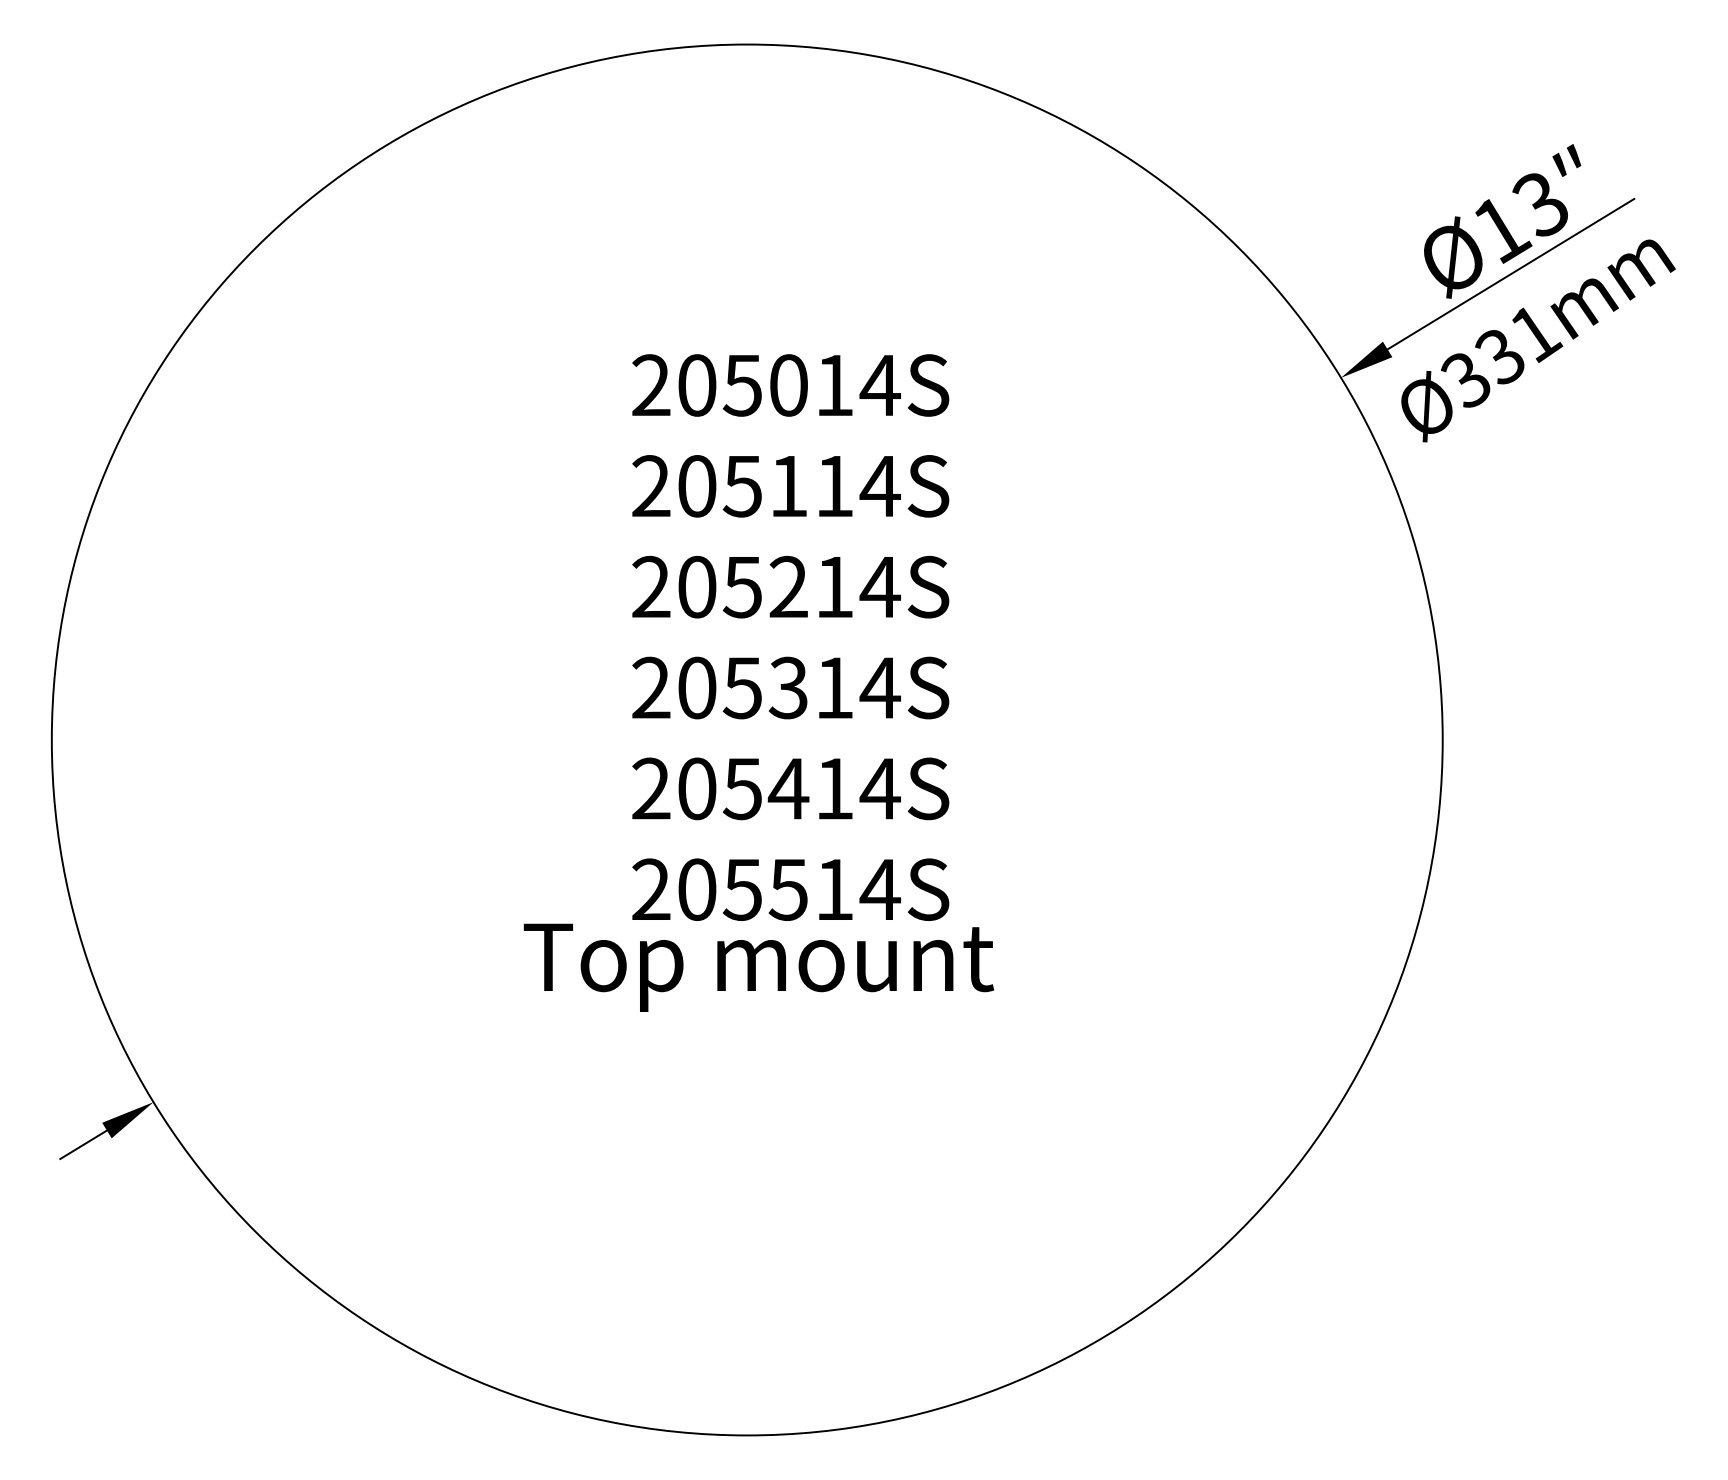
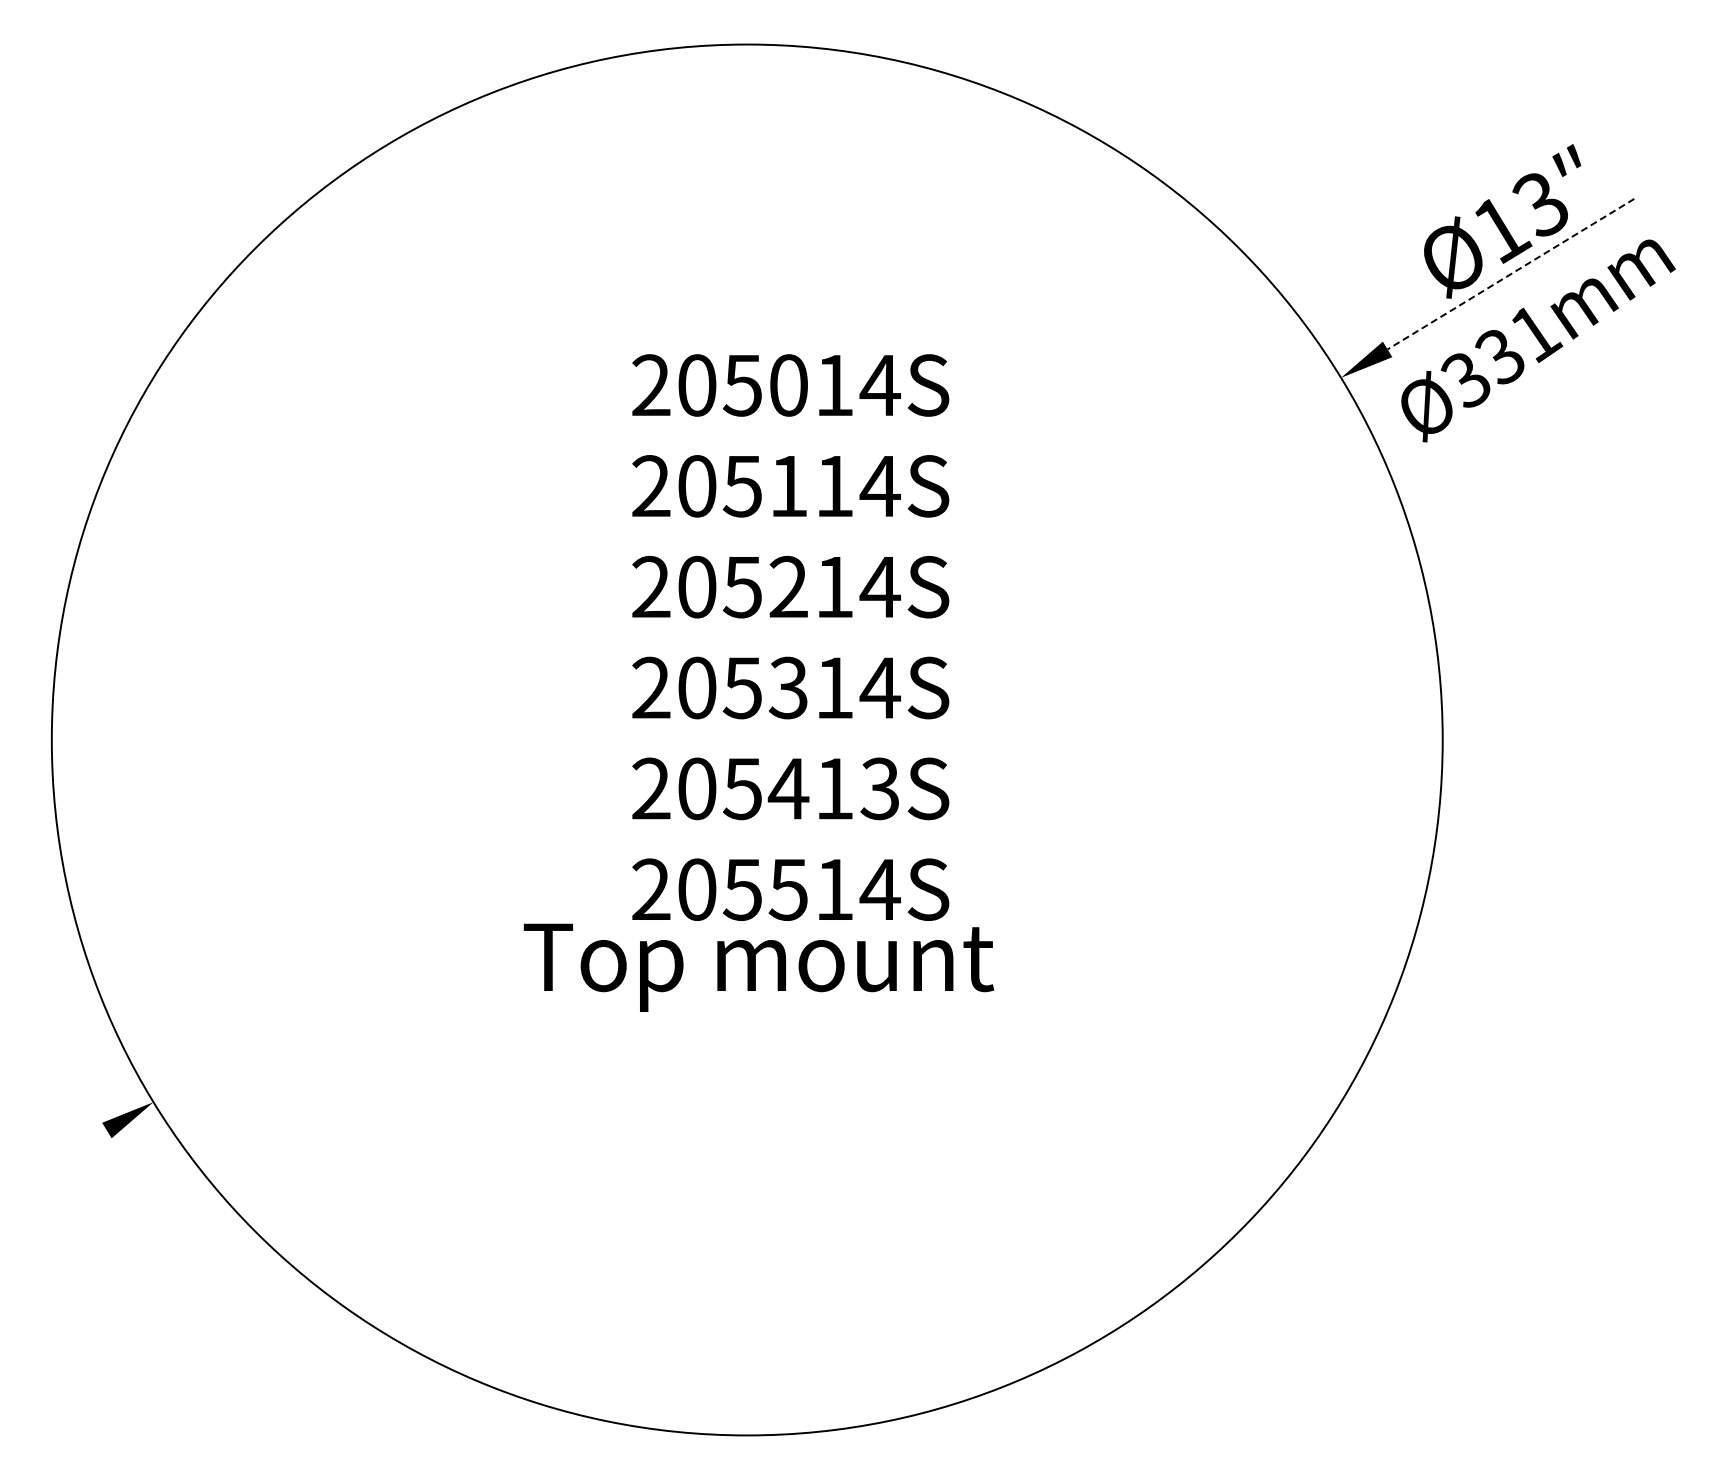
line at (1510, 274): solid -> dashed
text at (879, 788): 205414S -> 205413S
line at (83, 1144): present -> none
